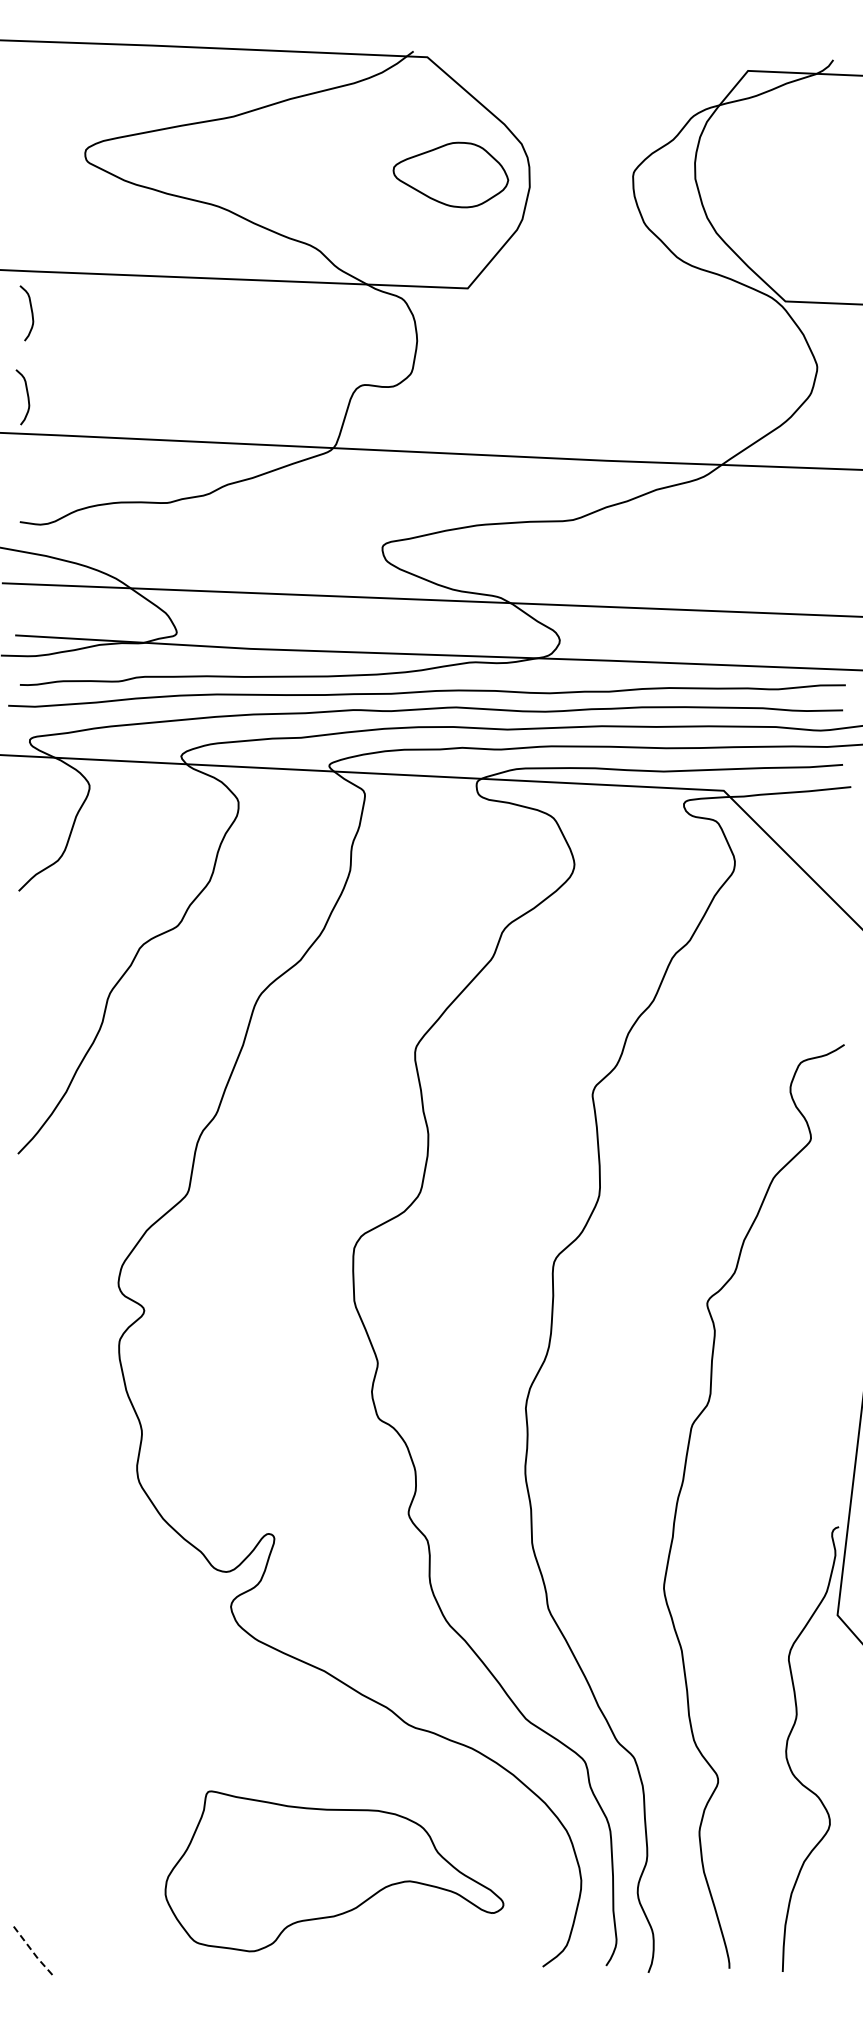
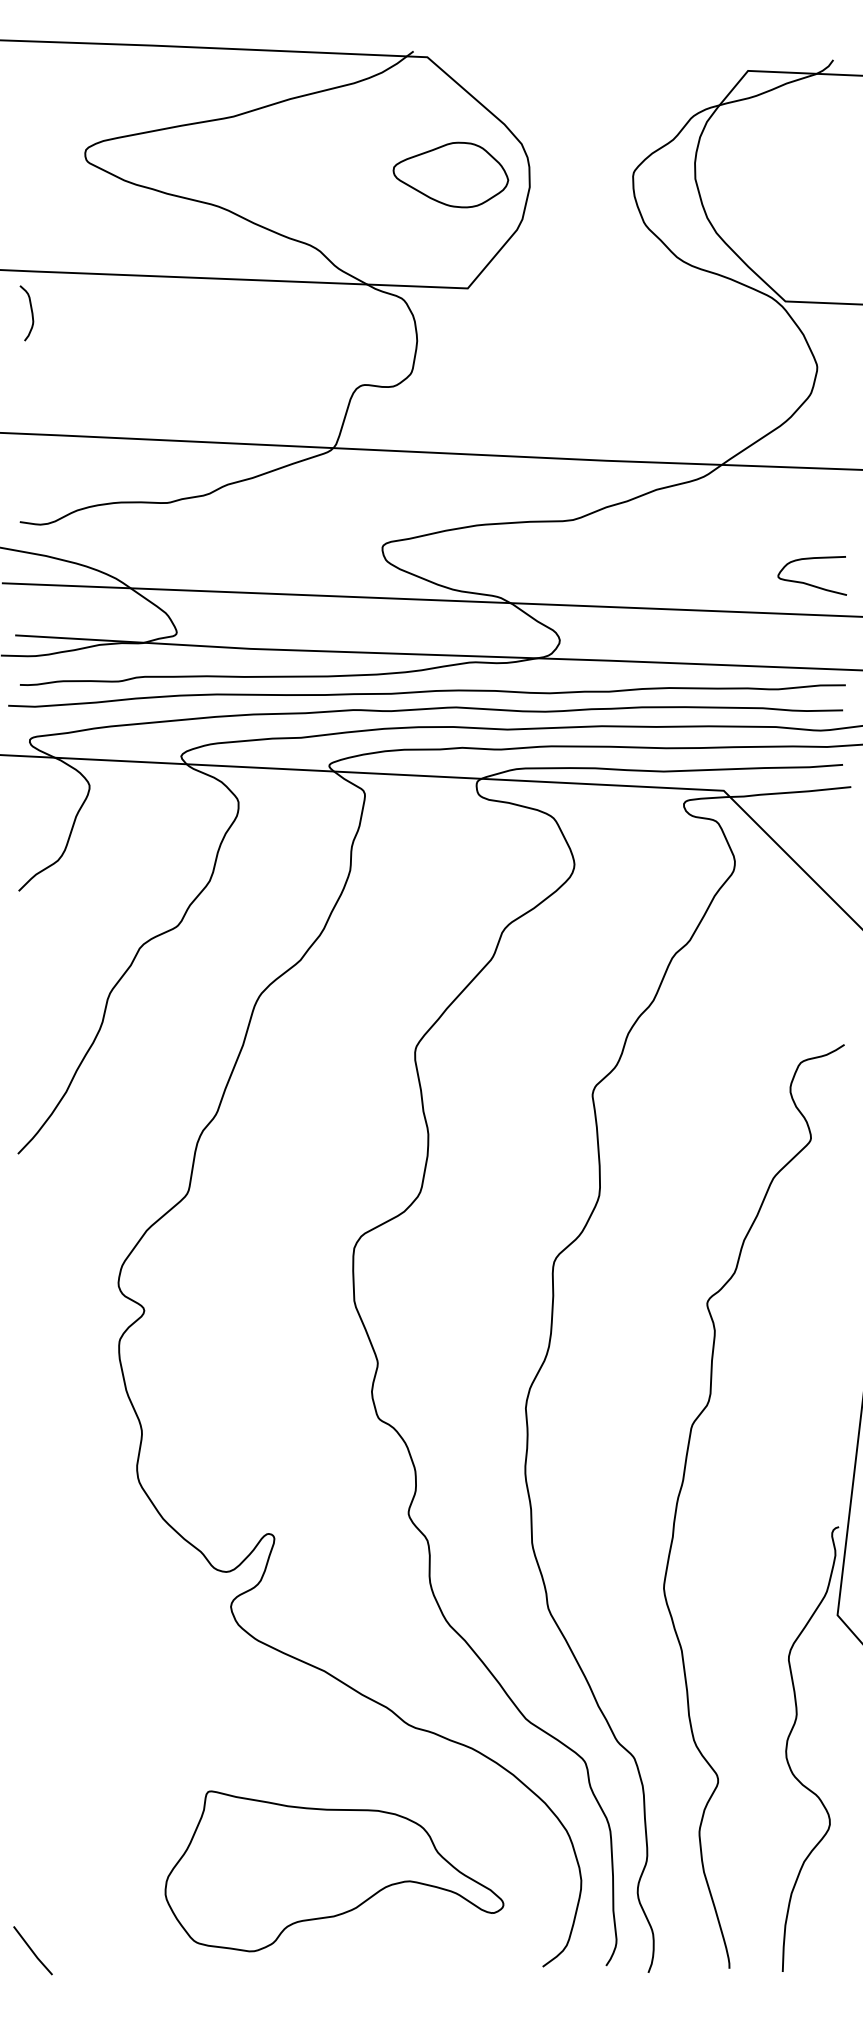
curve at (27, 397): present -> none
curve at (809, 583): none -> present
line at (32, 1951): dashed -> solid
